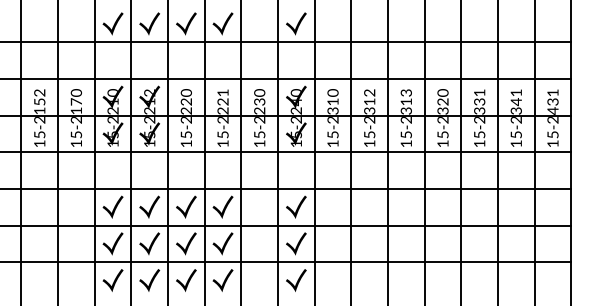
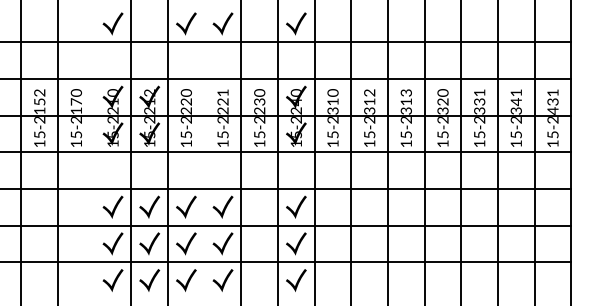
fill at (149, 23): present -> none
line at (94, 152): present -> none
line at (204, 152): present -> none
